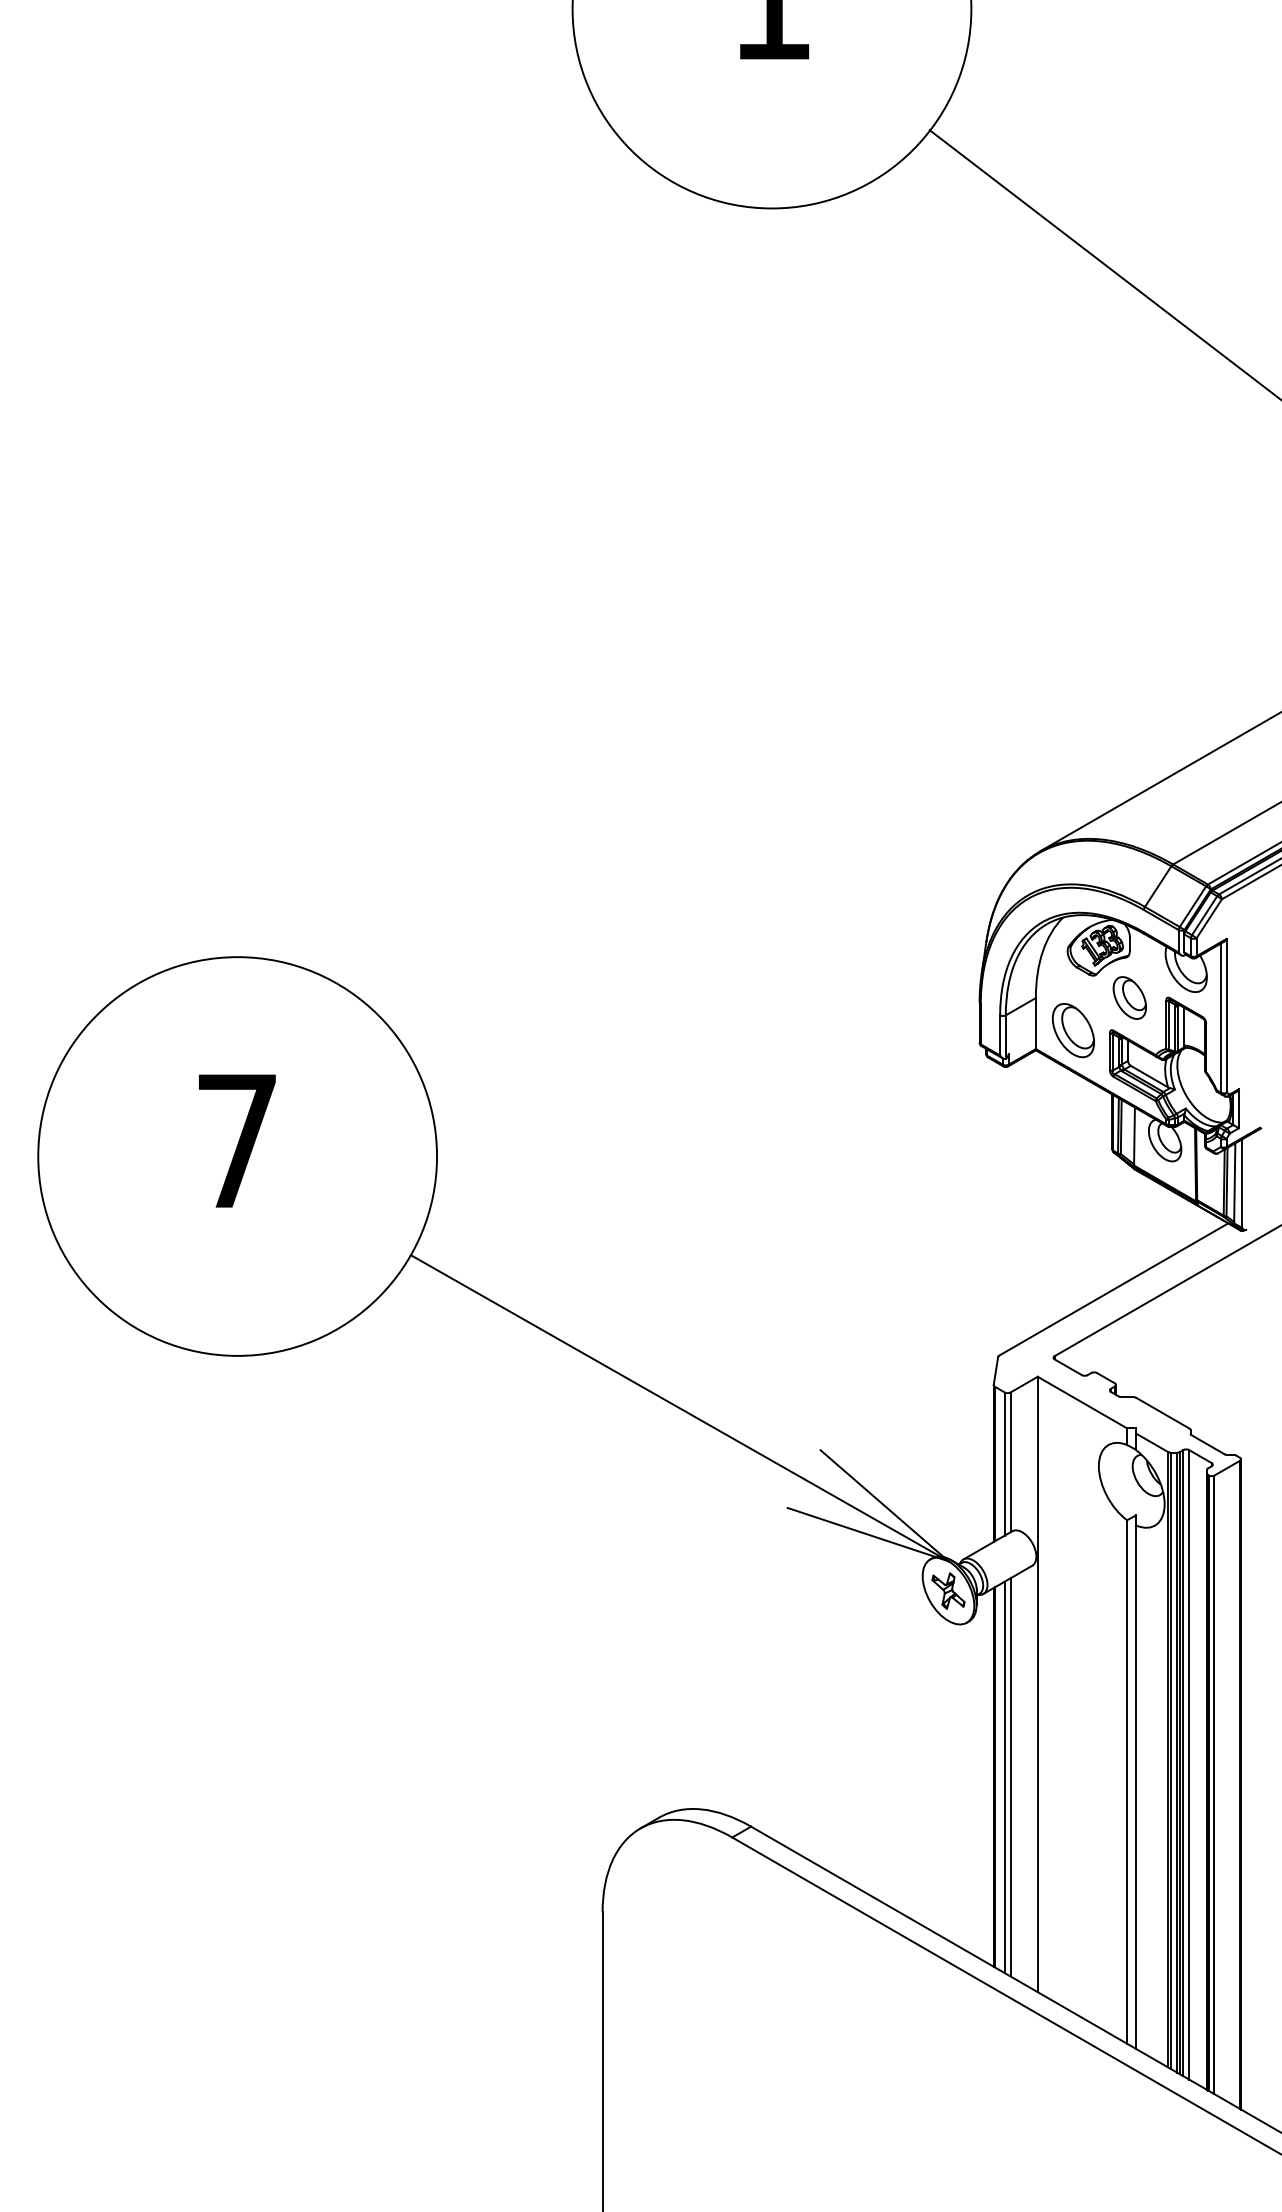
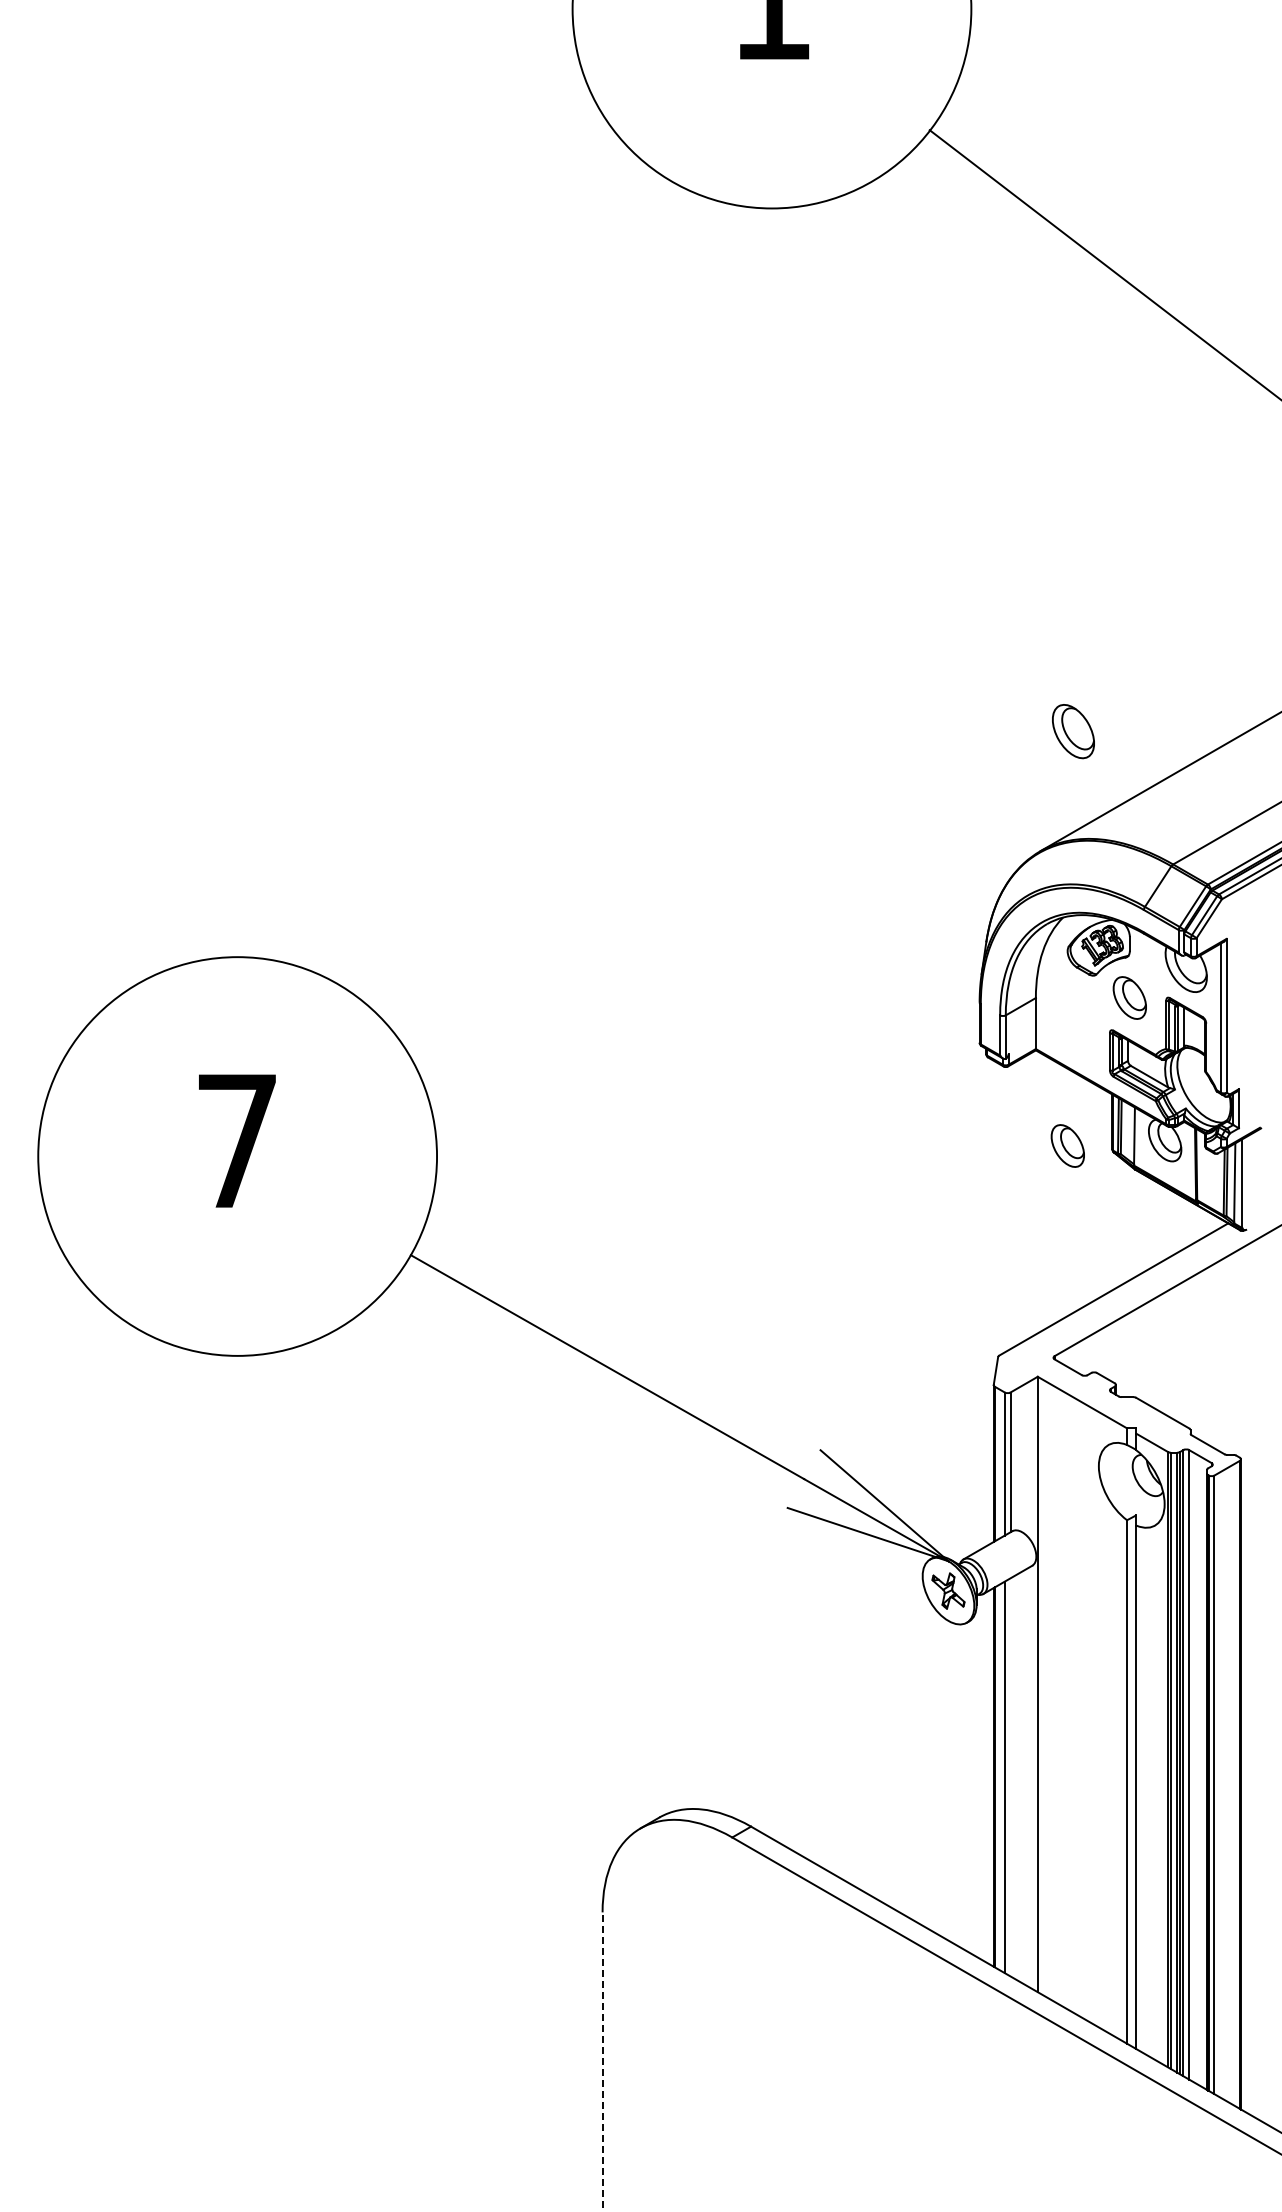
part at (1073, 1030) position: (1073, 1030) -> (1073, 731)
part at (1067, 1145): none -> present
line at (1010, 1777): present -> none
line at (602, 2061): solid -> dashed
